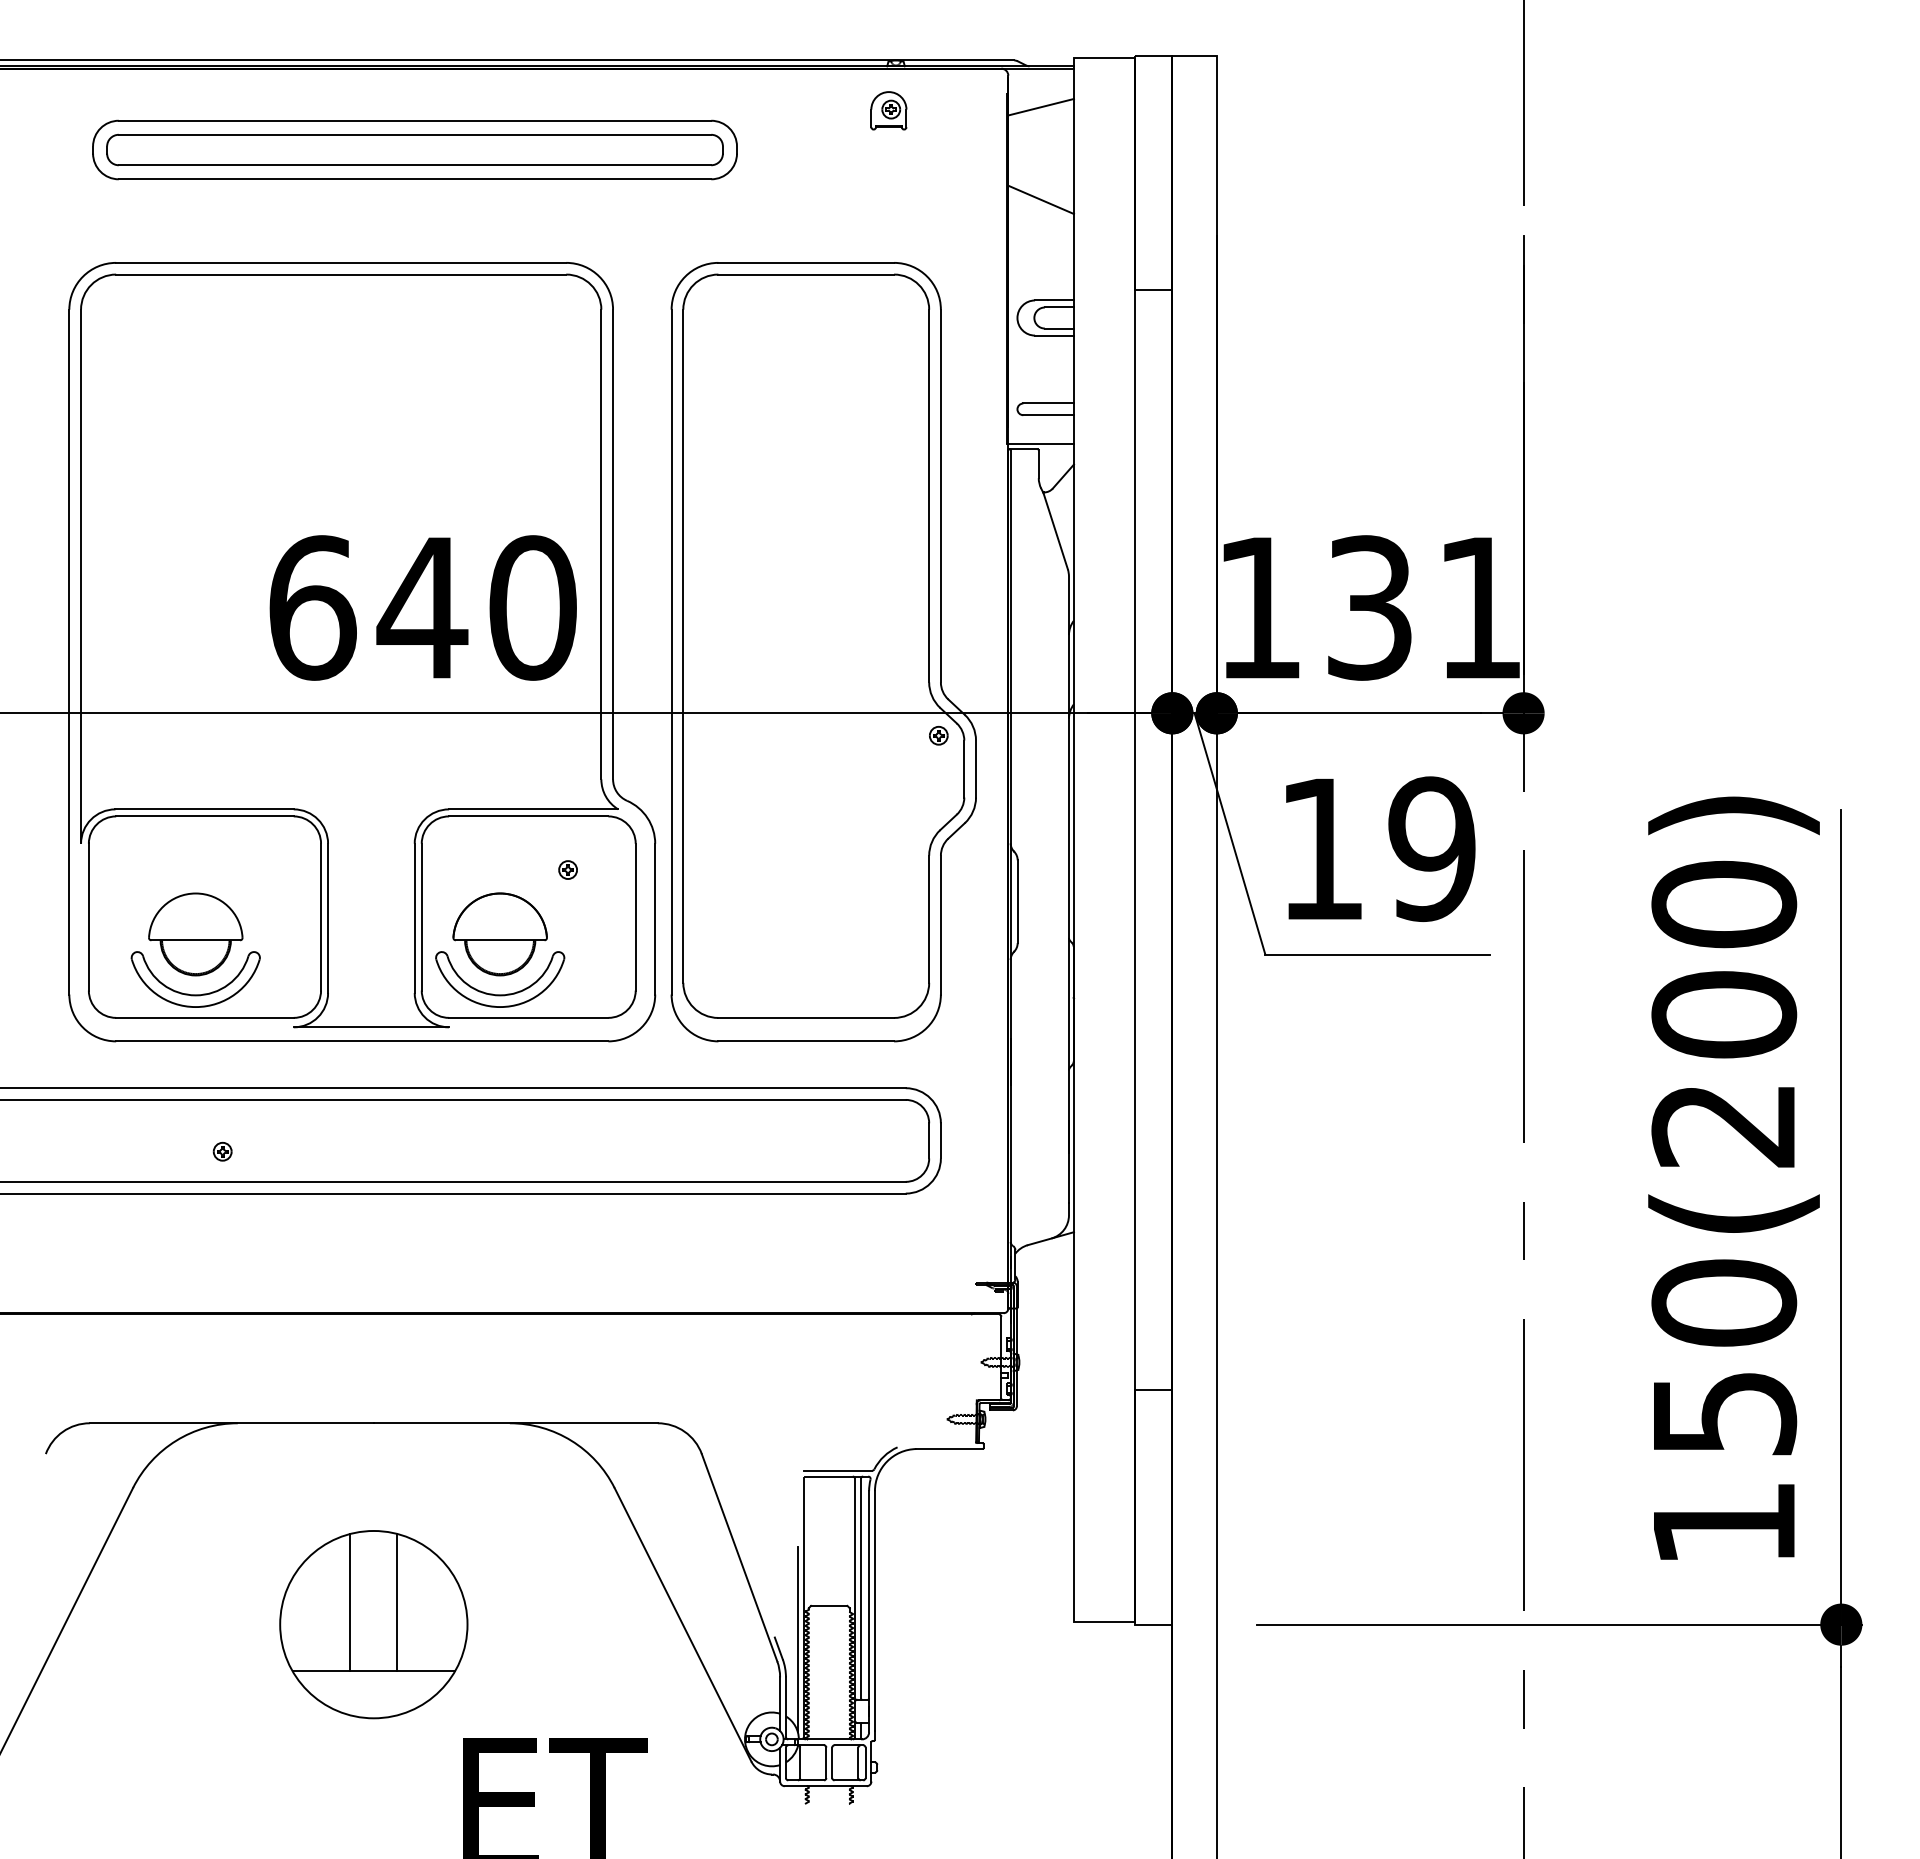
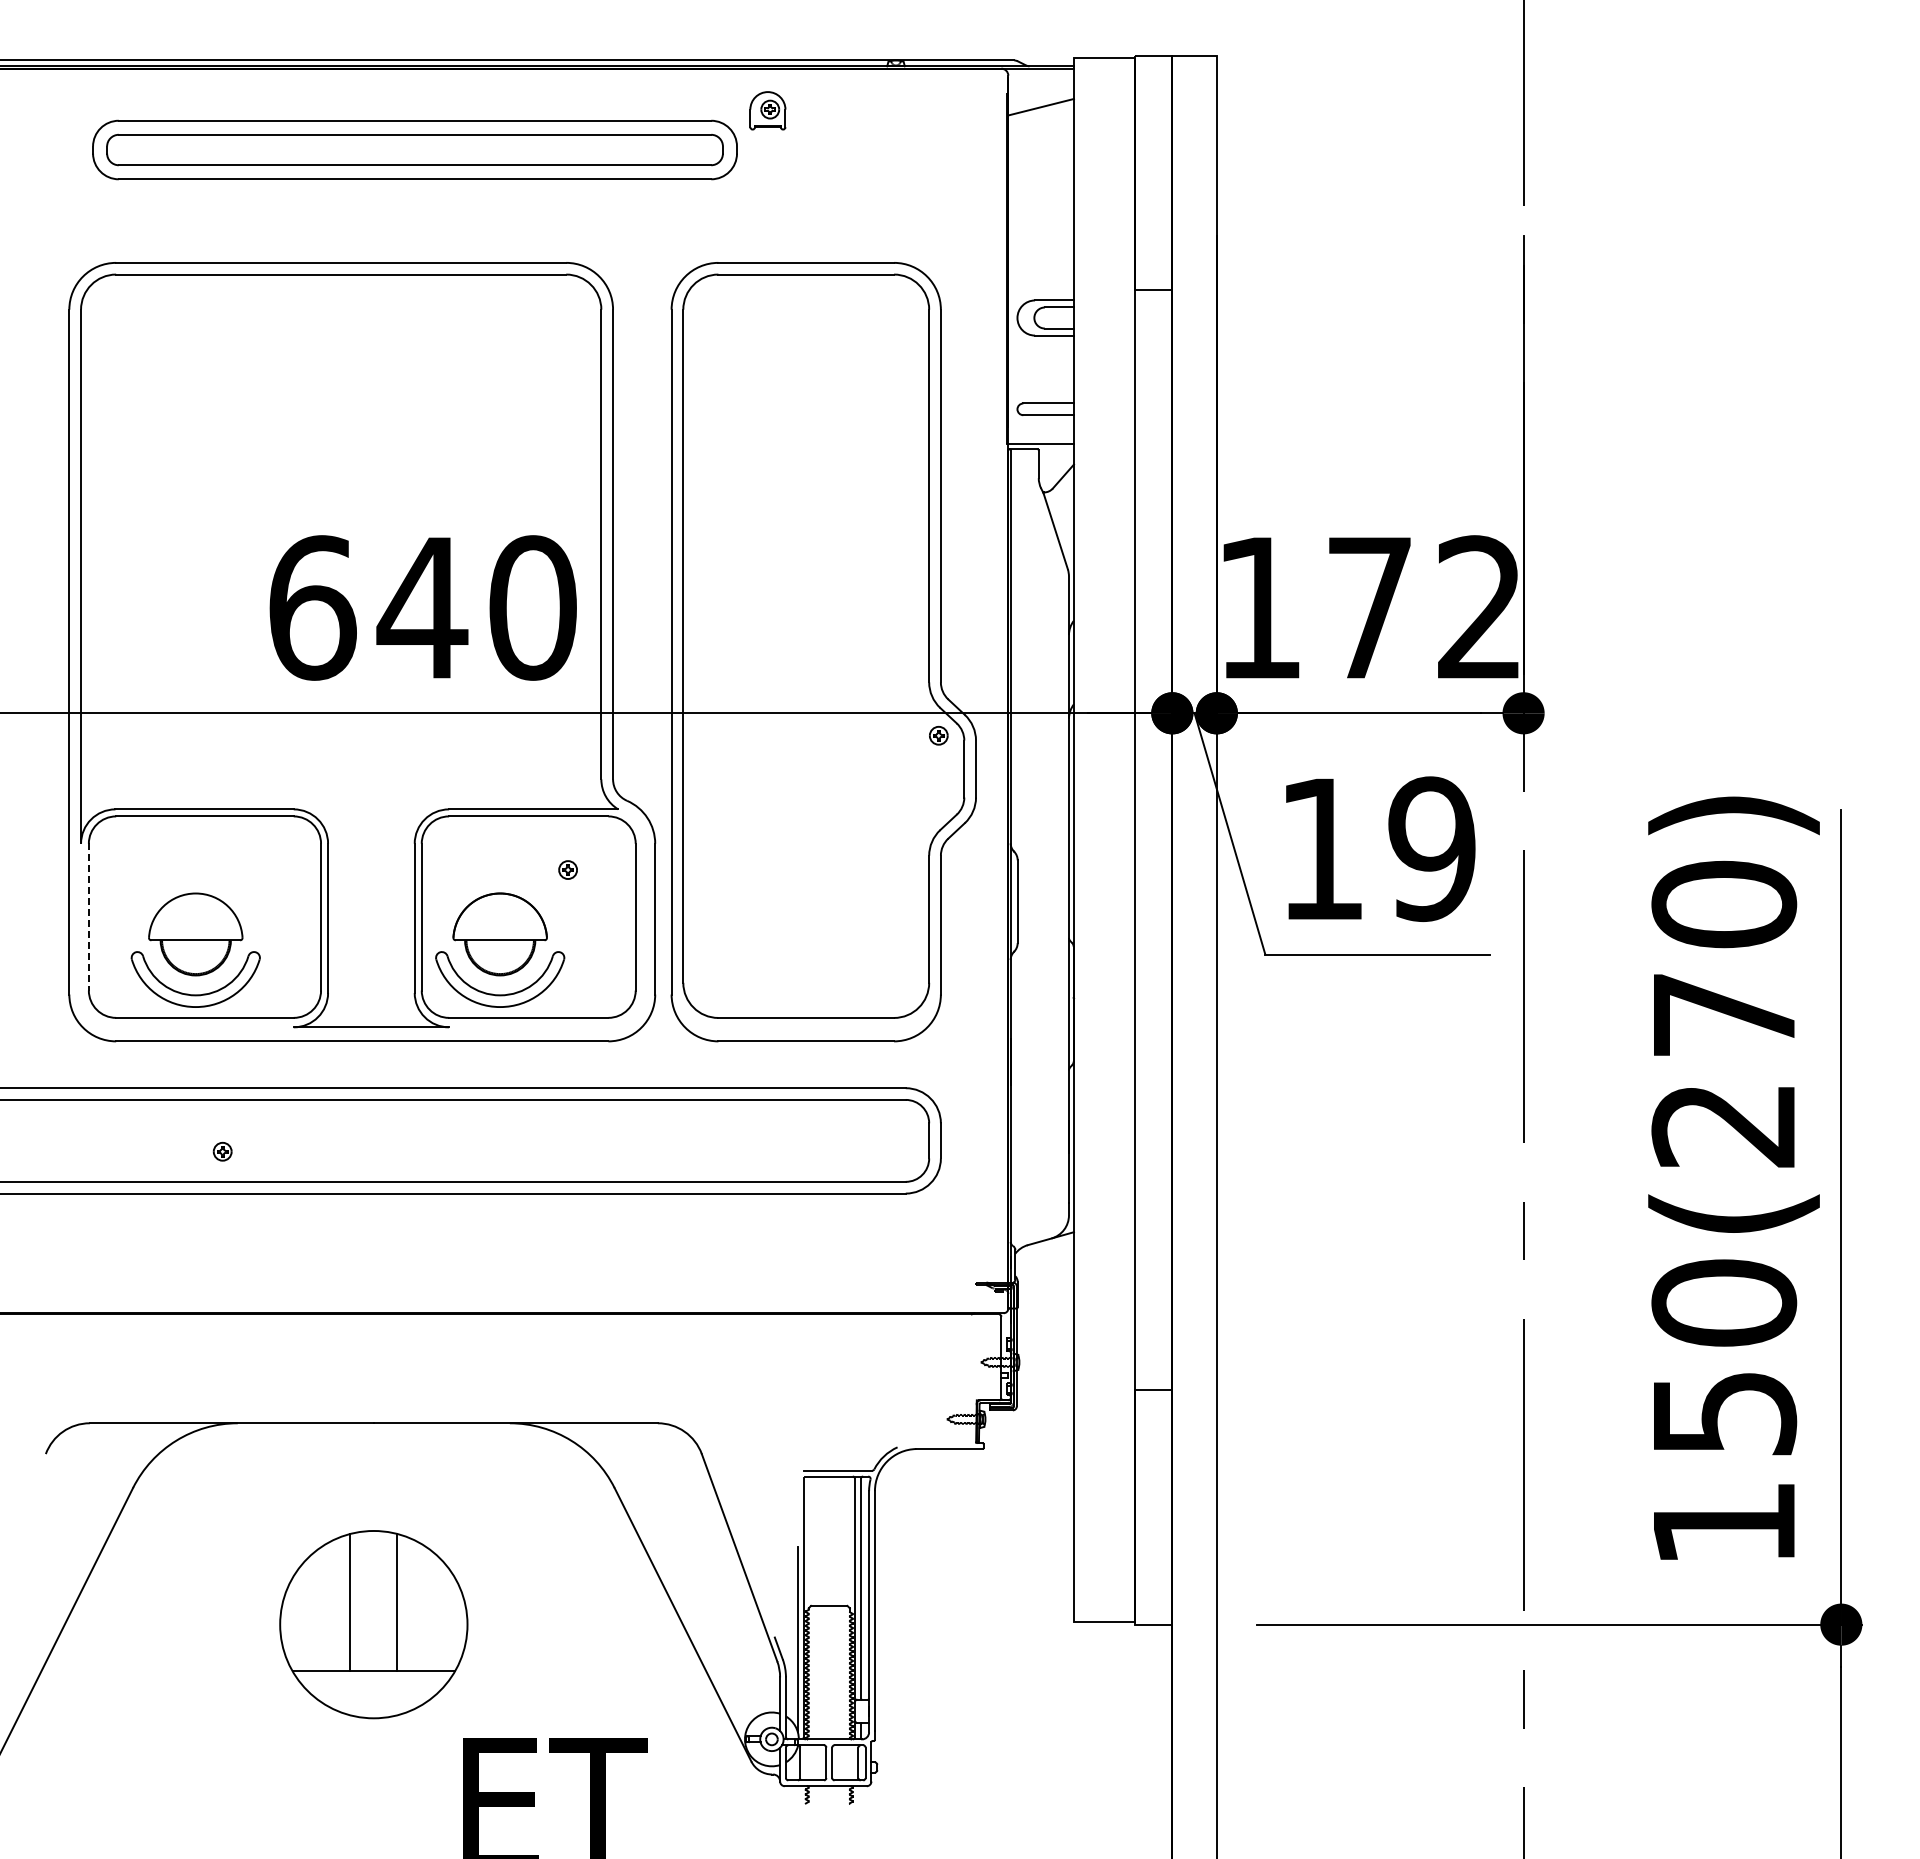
part at (888, 110) position: (888, 110) -> (767, 110)
line at (1040, 199): present -> none
text at (1423, 607): 131 -> 172
line at (88, 916): solid -> dashed
text at (1724, 1014): 150(200) -> 150(270)
